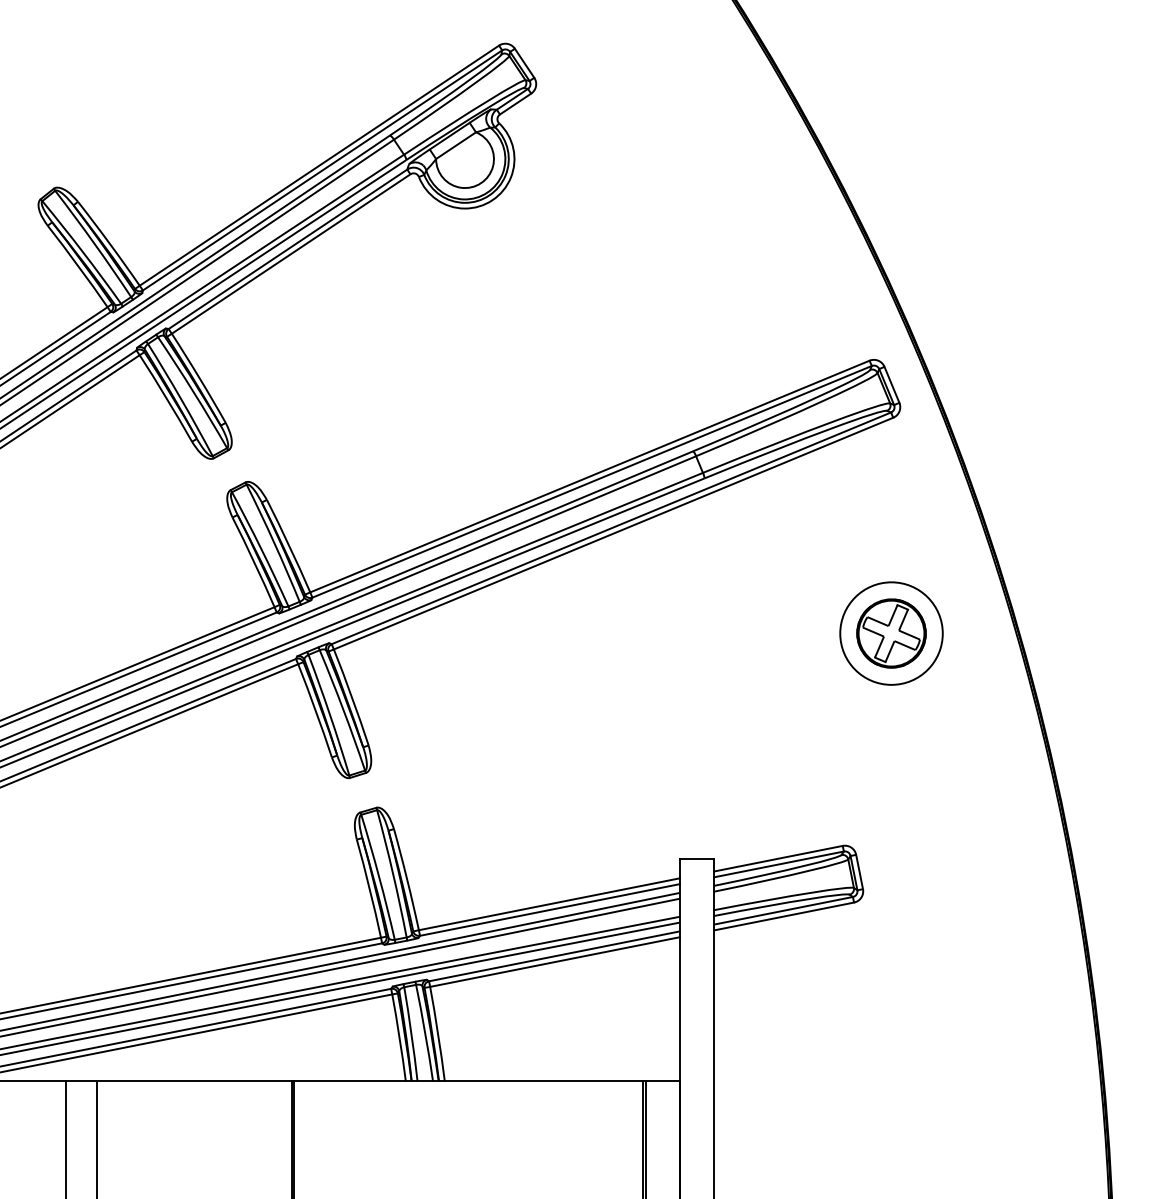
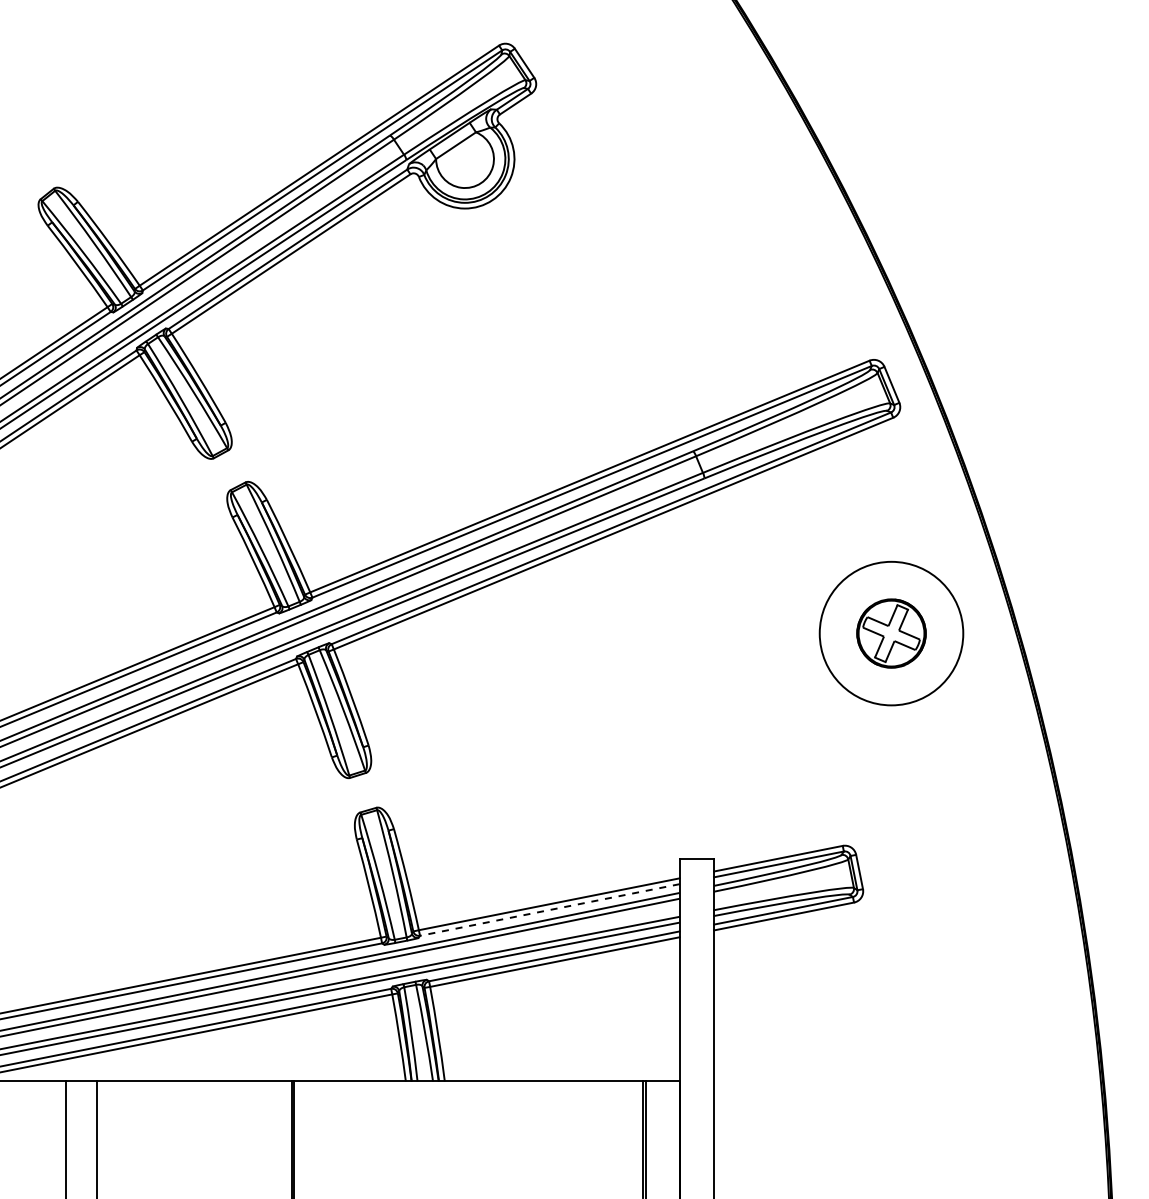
circle at (891, 633) diameter: 103 px -> 144 px
line at (549, 910): solid -> dashed
